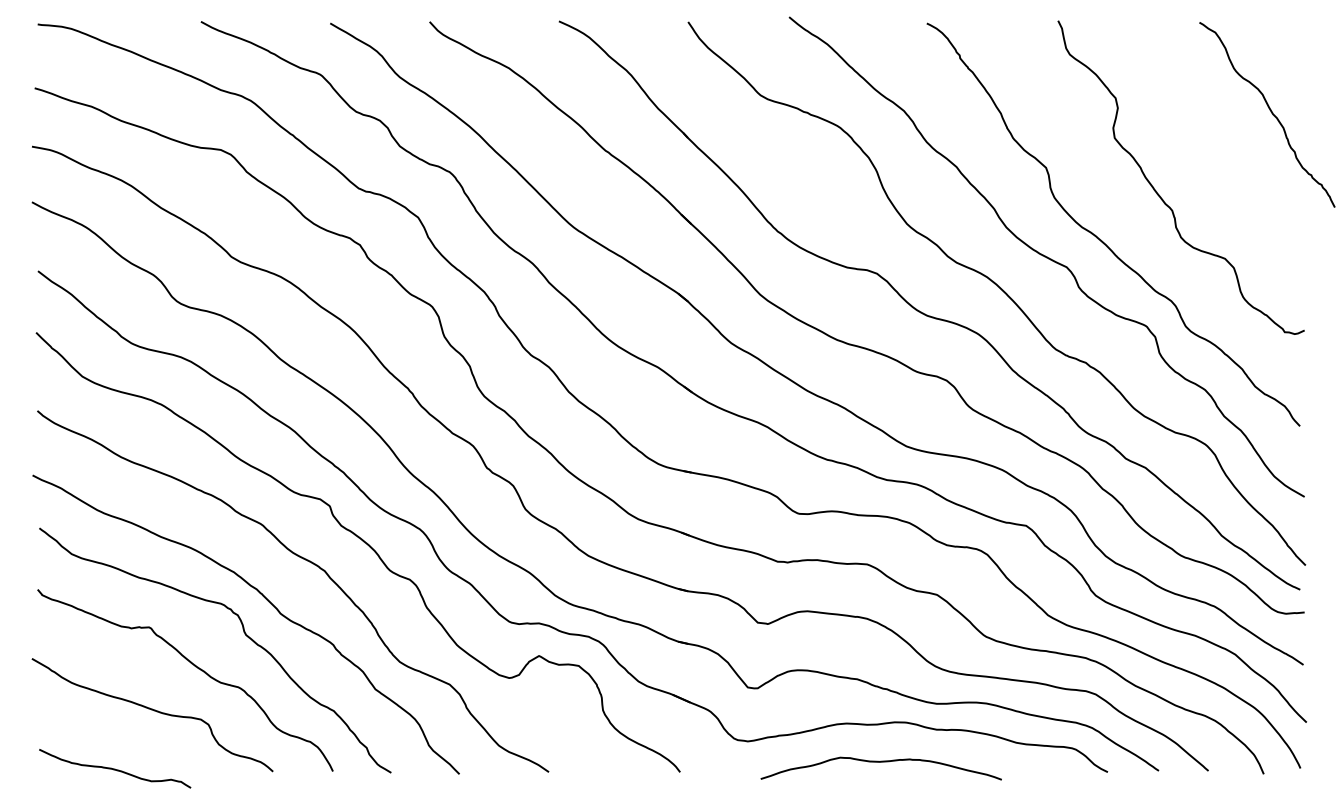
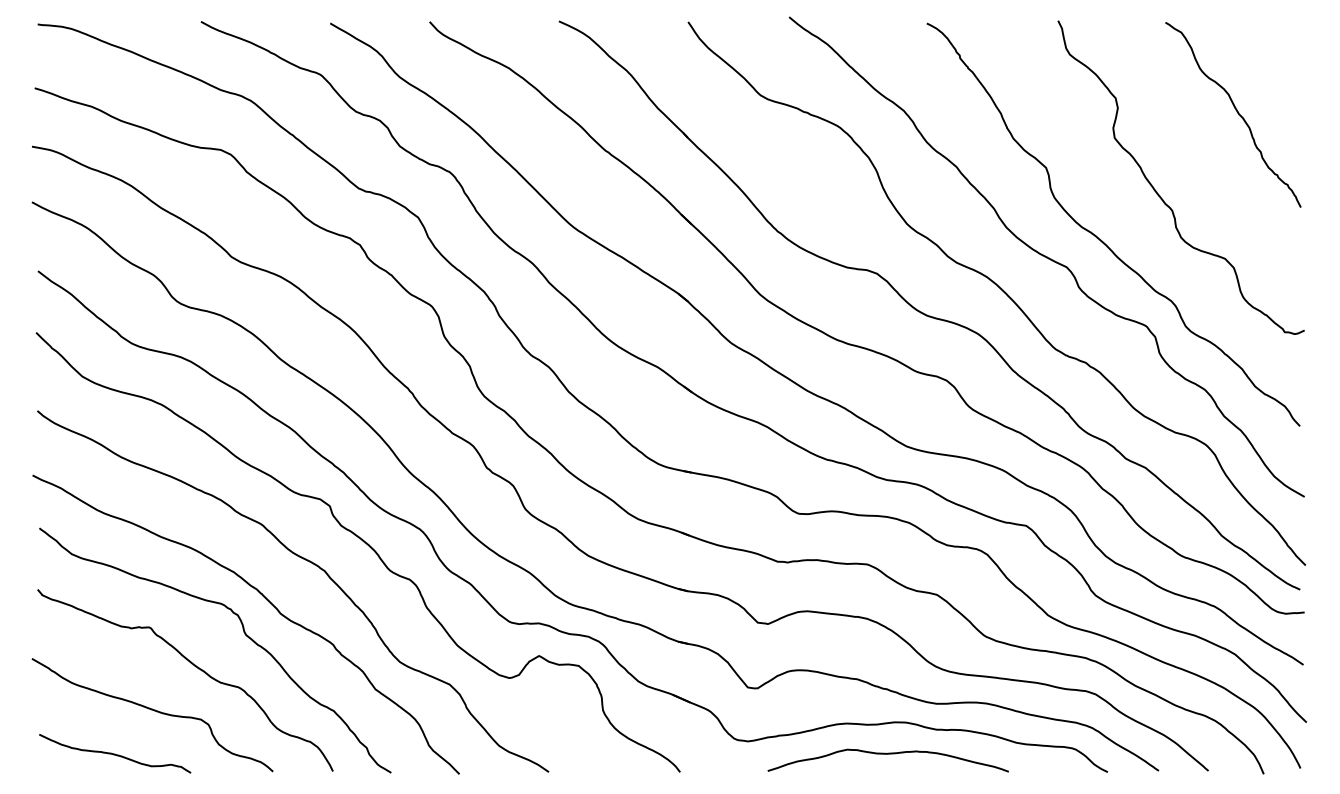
curve at (1270, 112) position: (1270, 112) -> (1236, 112)
curve at (880, 762) position: (880, 762) -> (887, 754)
curve at (115, 768) position: (115, 768) -> (115, 753)
